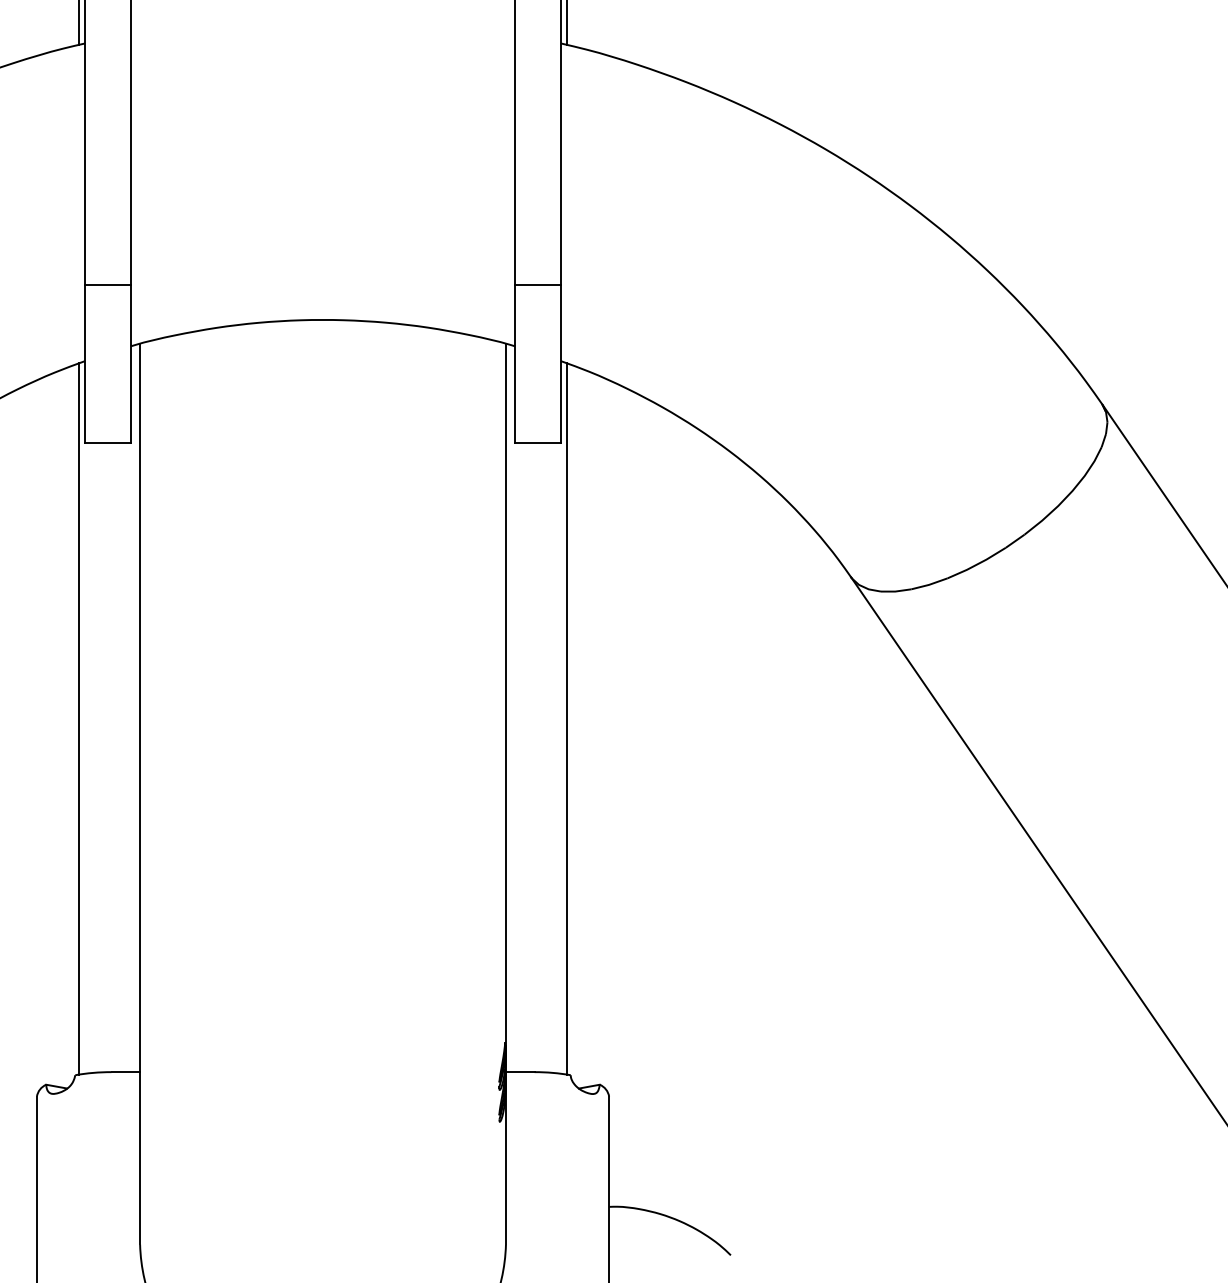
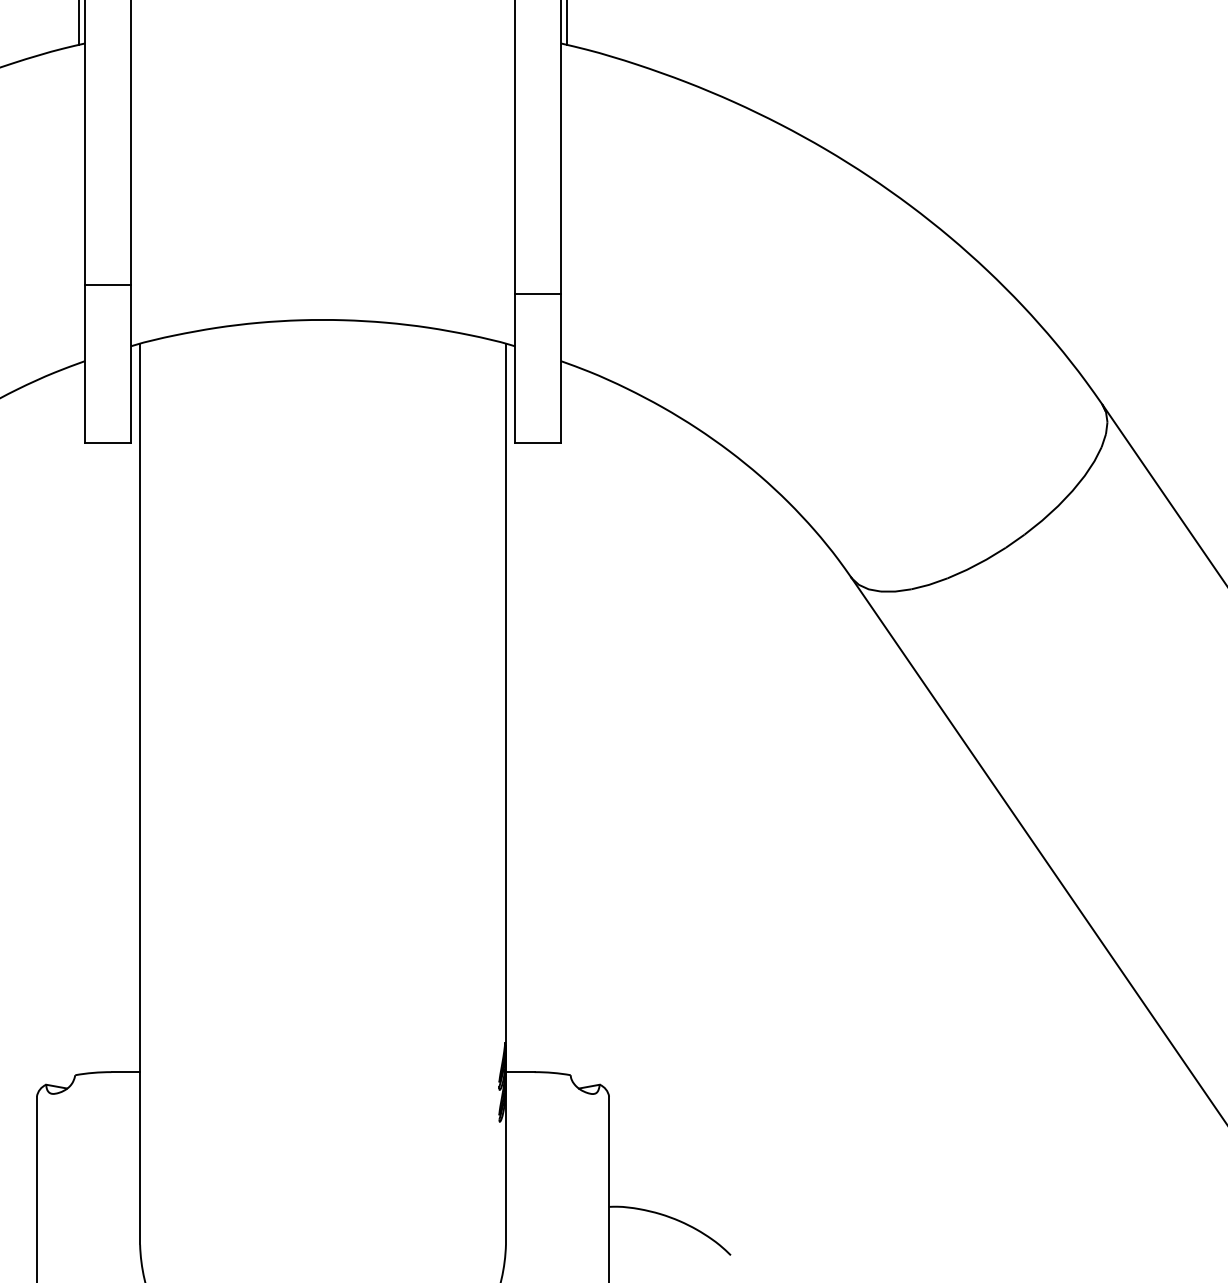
line at (537, 284) position: (537, 284) -> (537, 293)
line at (78, 718): present -> none
line at (566, 718): present -> none
